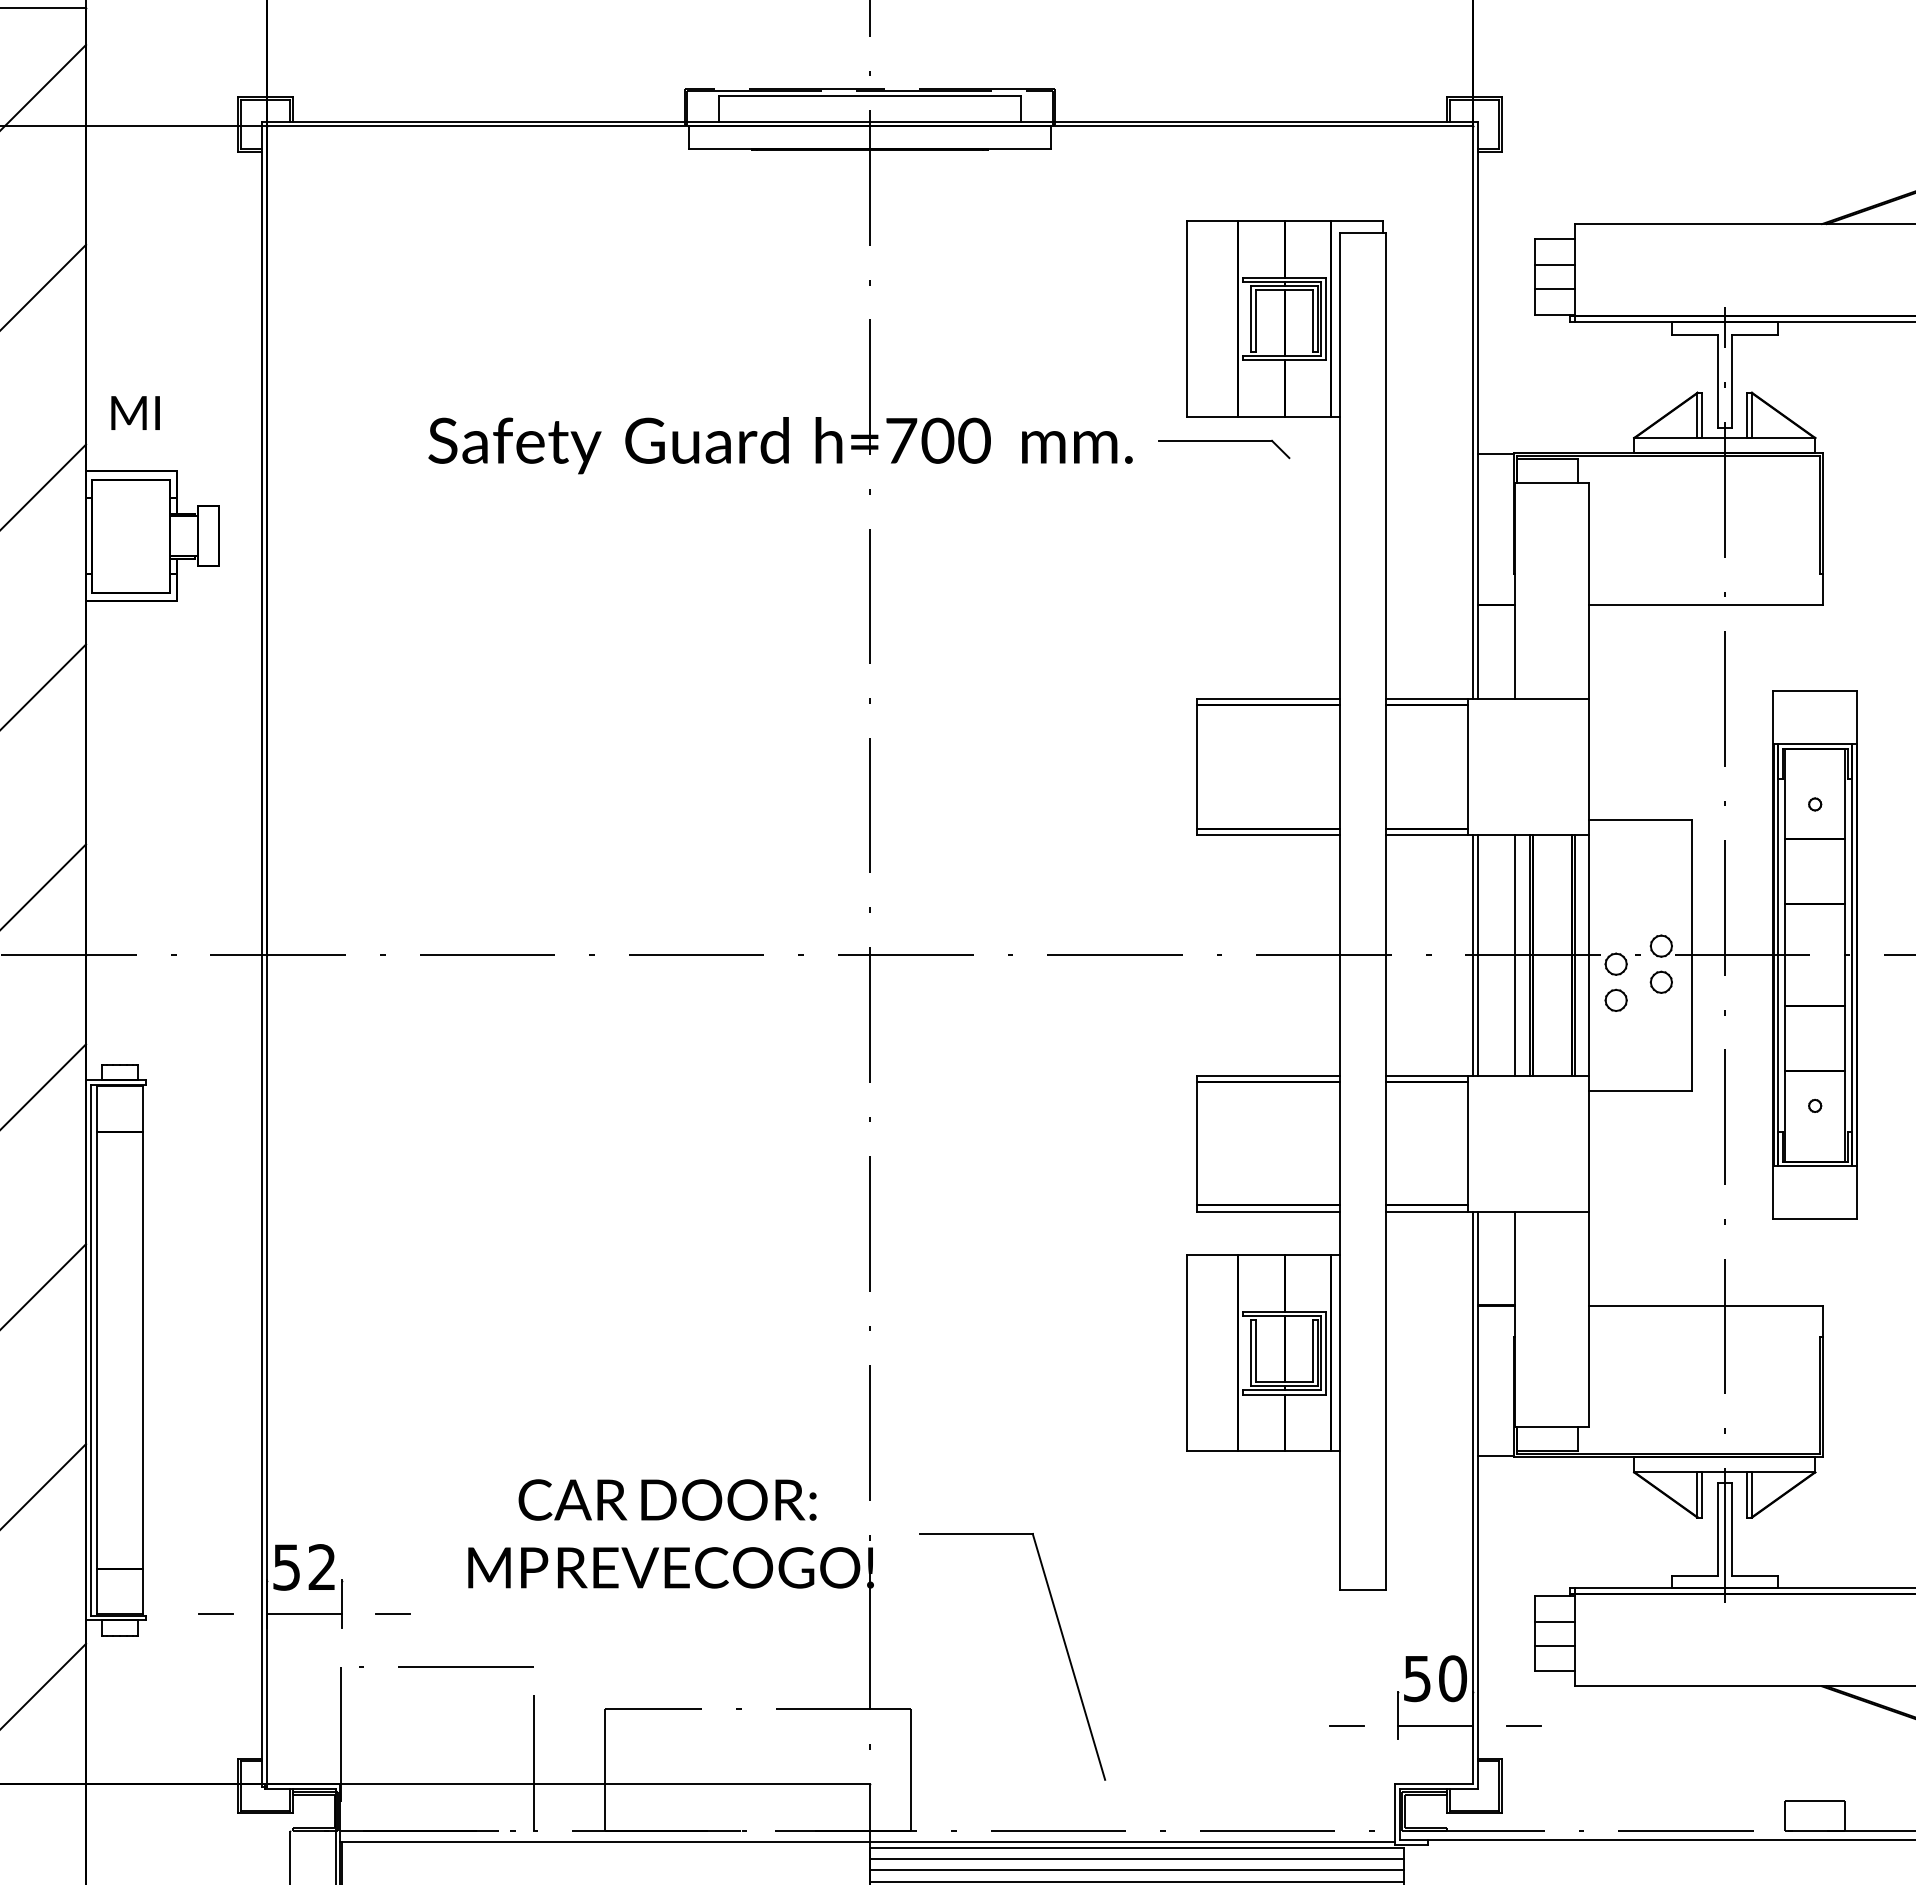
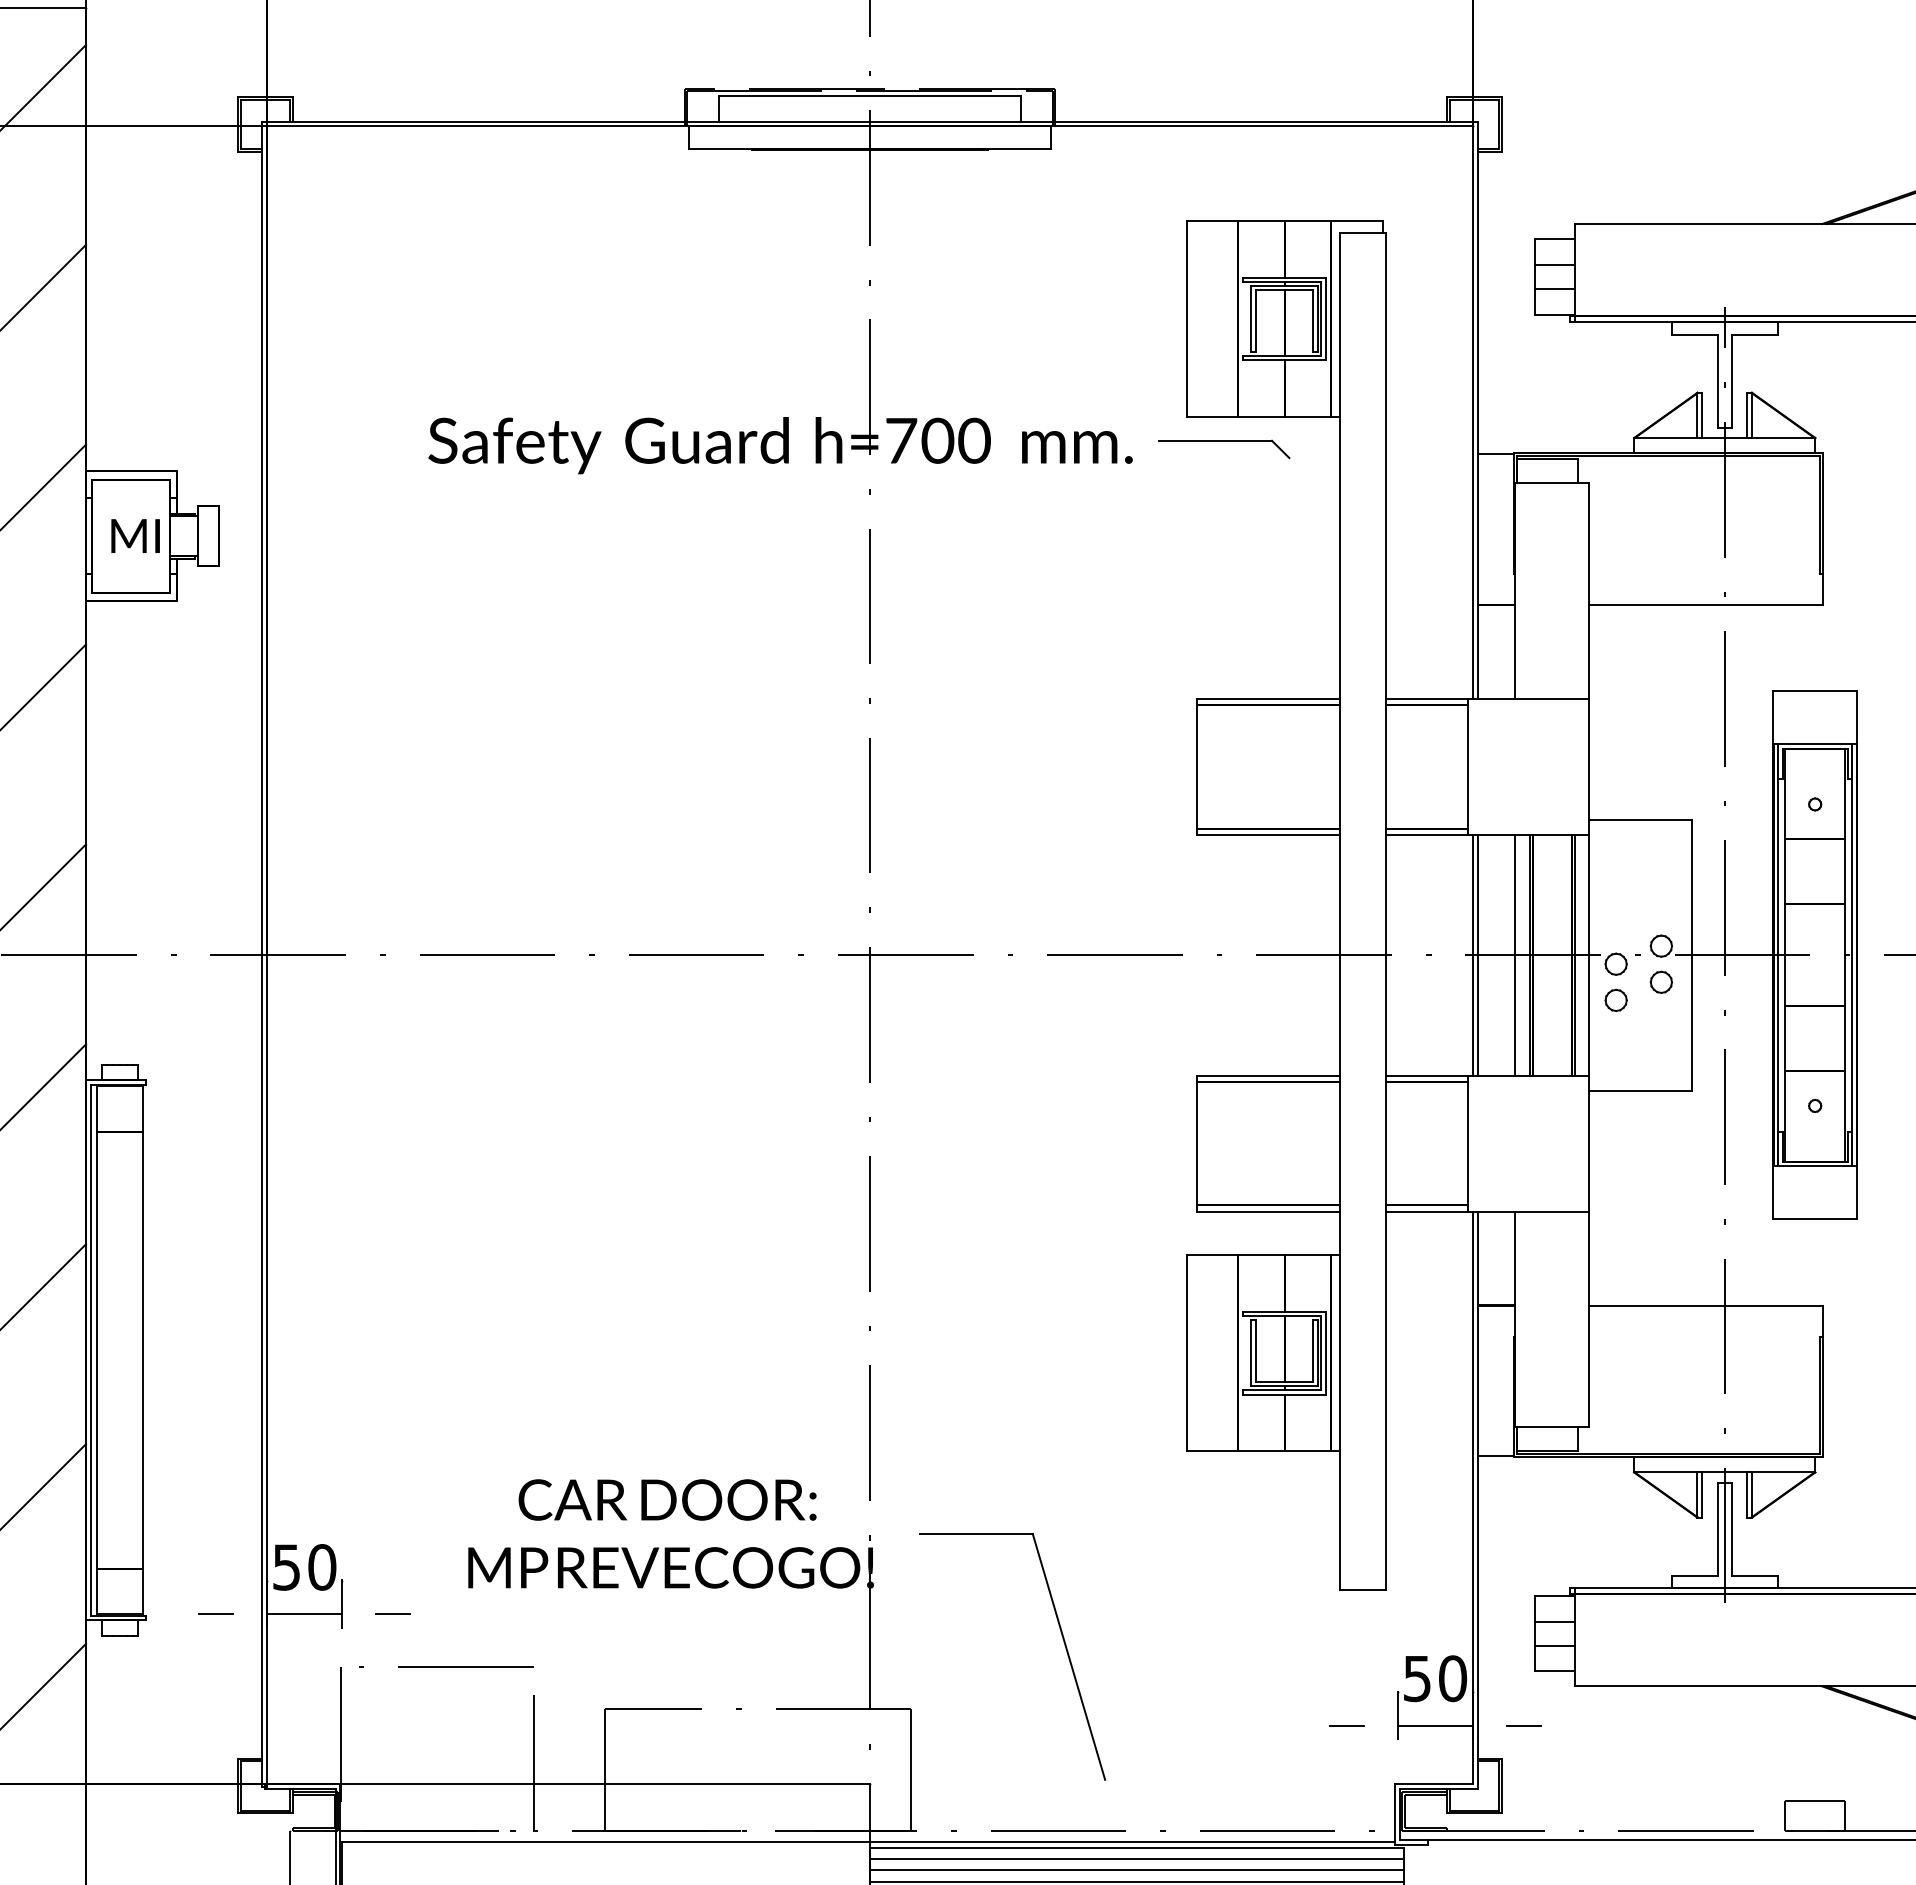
text at (135, 412) position: (135, 412) -> (135, 535)
text at (322, 1567): 52 -> 50
